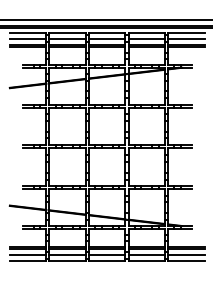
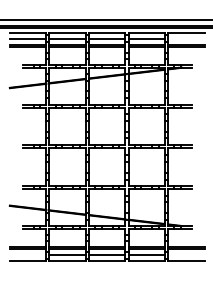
line at (186, 39): present -> none
line at (27, 254): present -> none
line at (186, 254): present -> none
